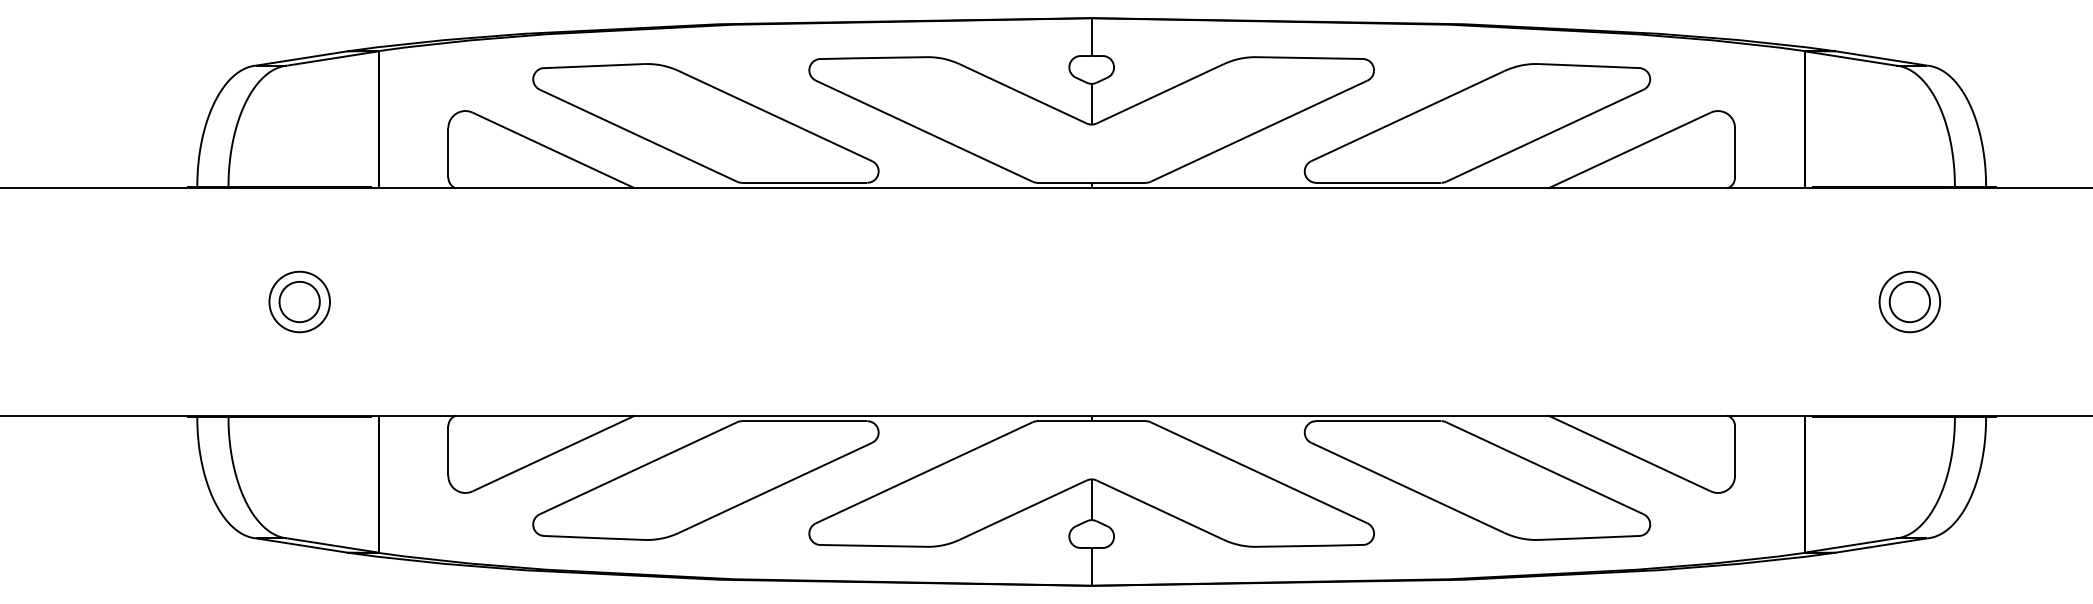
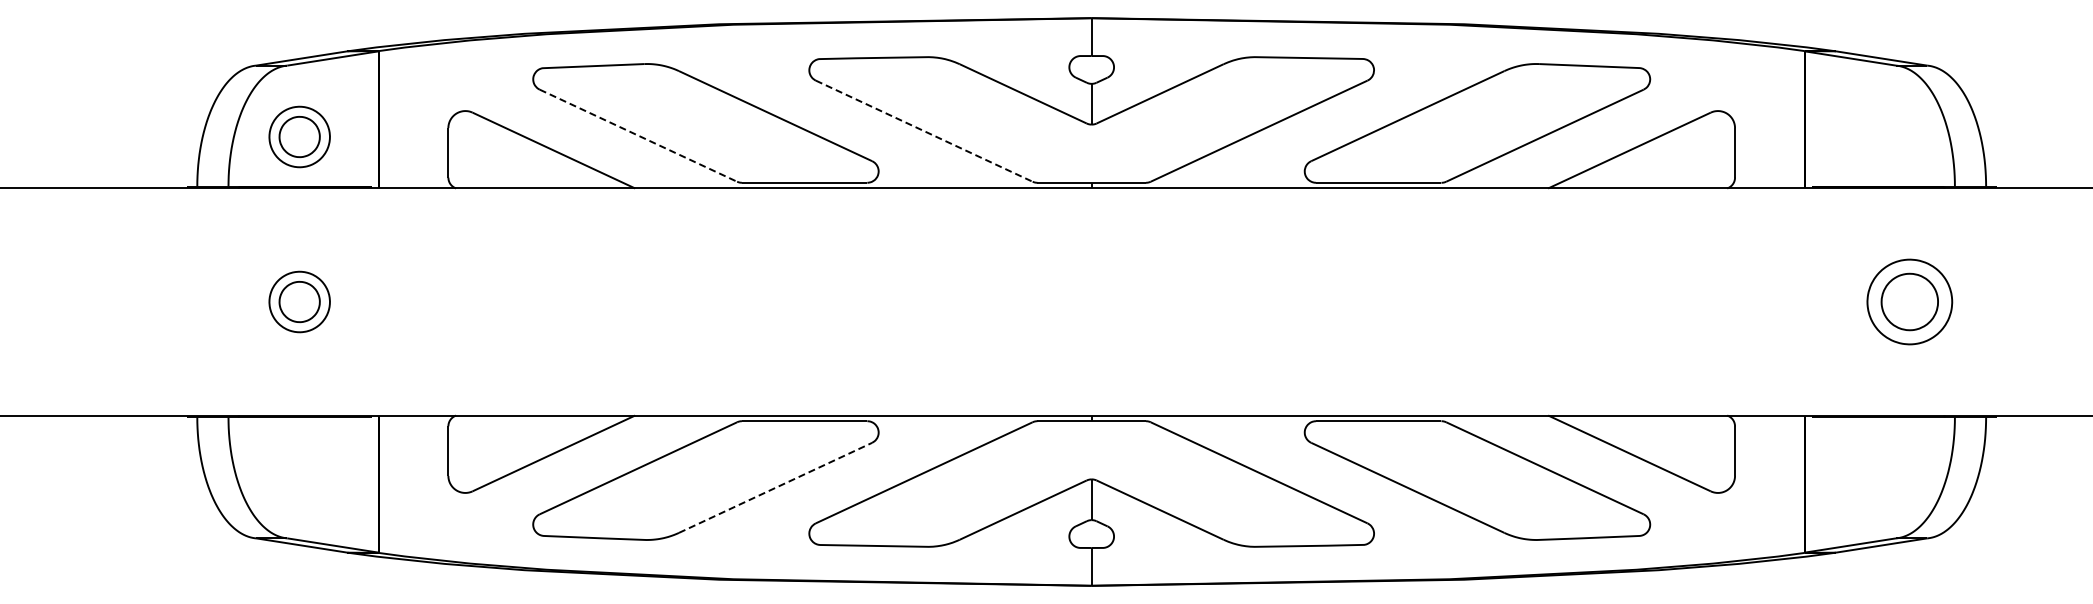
line at (924, 131): solid -> dashed
line at (638, 135): solid -> dashed
part at (299, 136): none -> present
part at (1909, 301) size: 64x64 px -> 88x88 px
line at (775, 487): solid -> dashed
